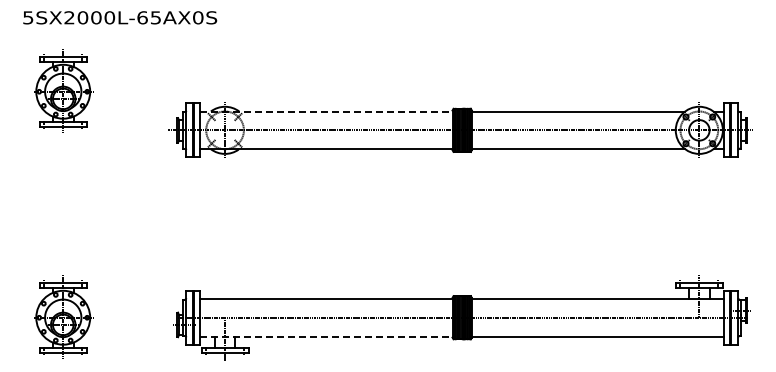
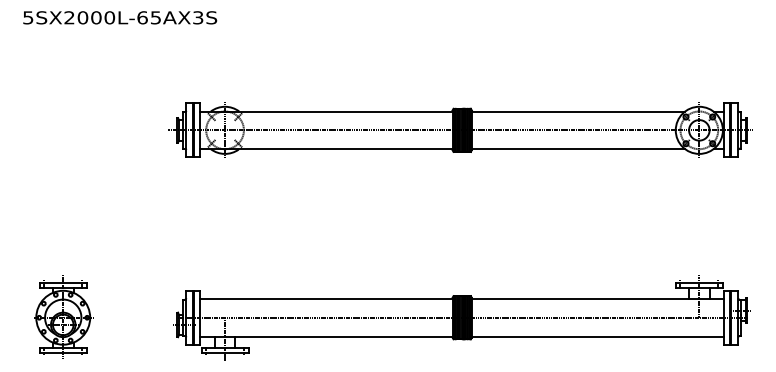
text at (198, 17): 5SX2000L-65AX0S -> 5SX2000L-65AX3S
part at (63, 90): present -> none
line at (326, 111): dashed -> solid
line at (326, 336): dashed -> solid
